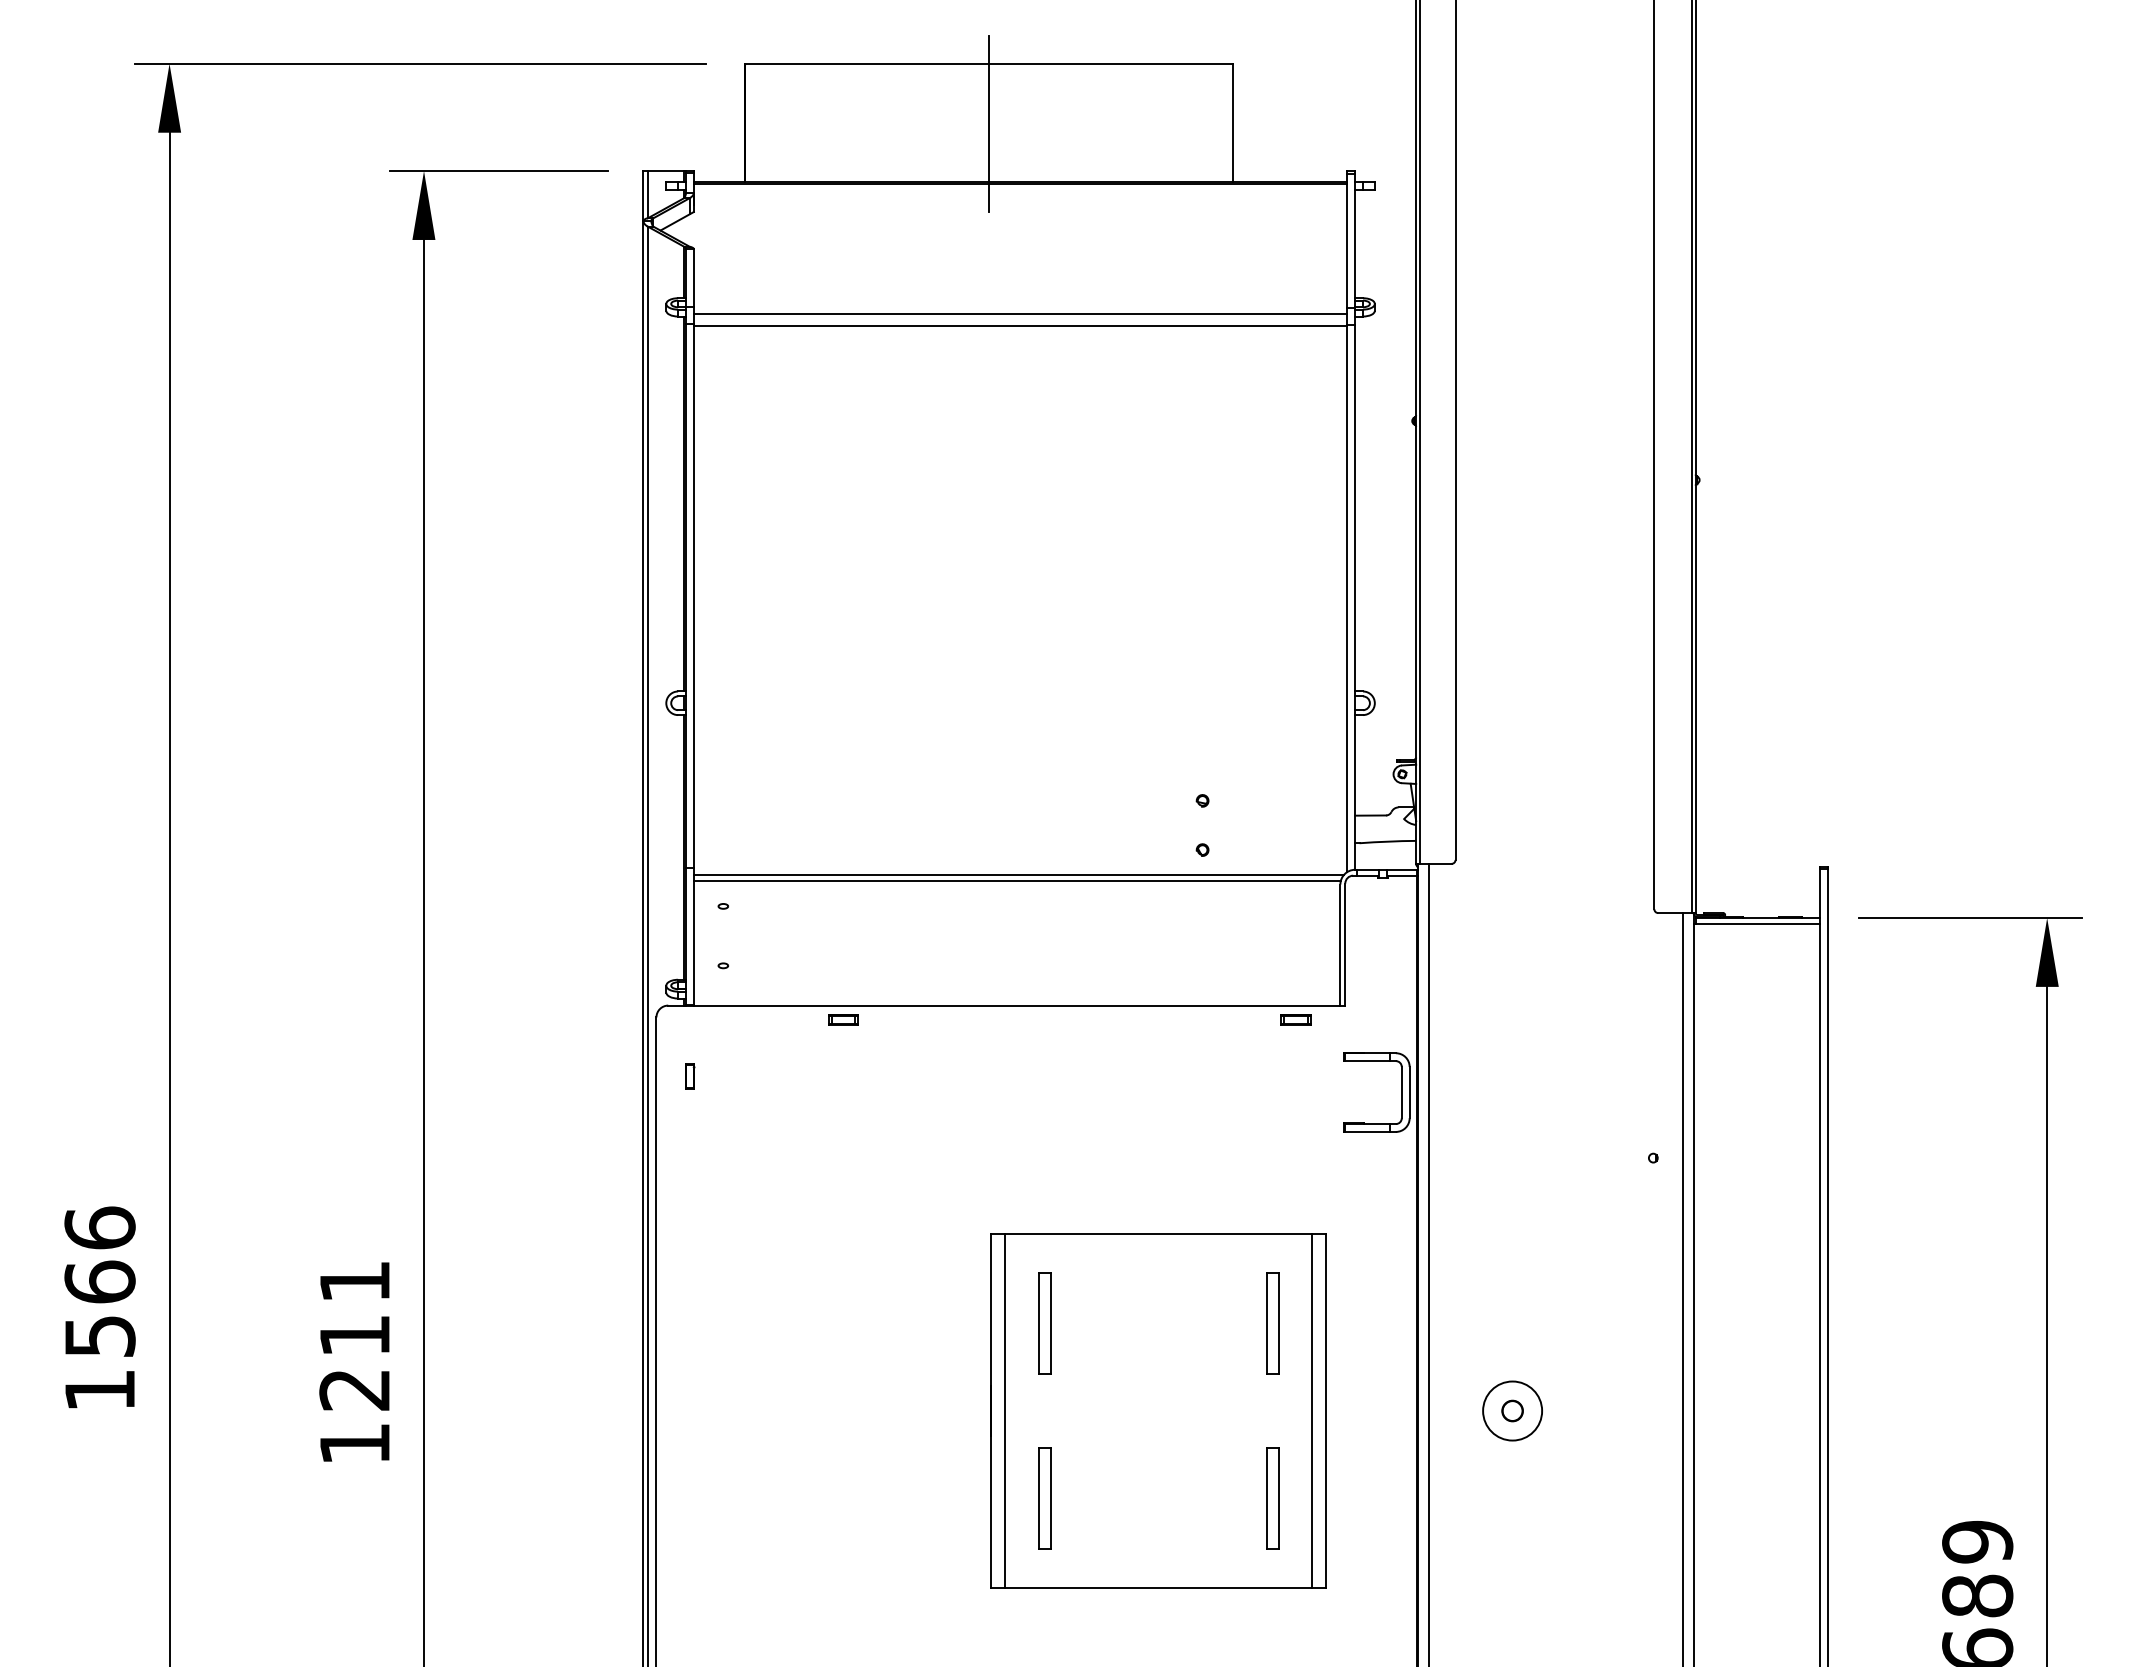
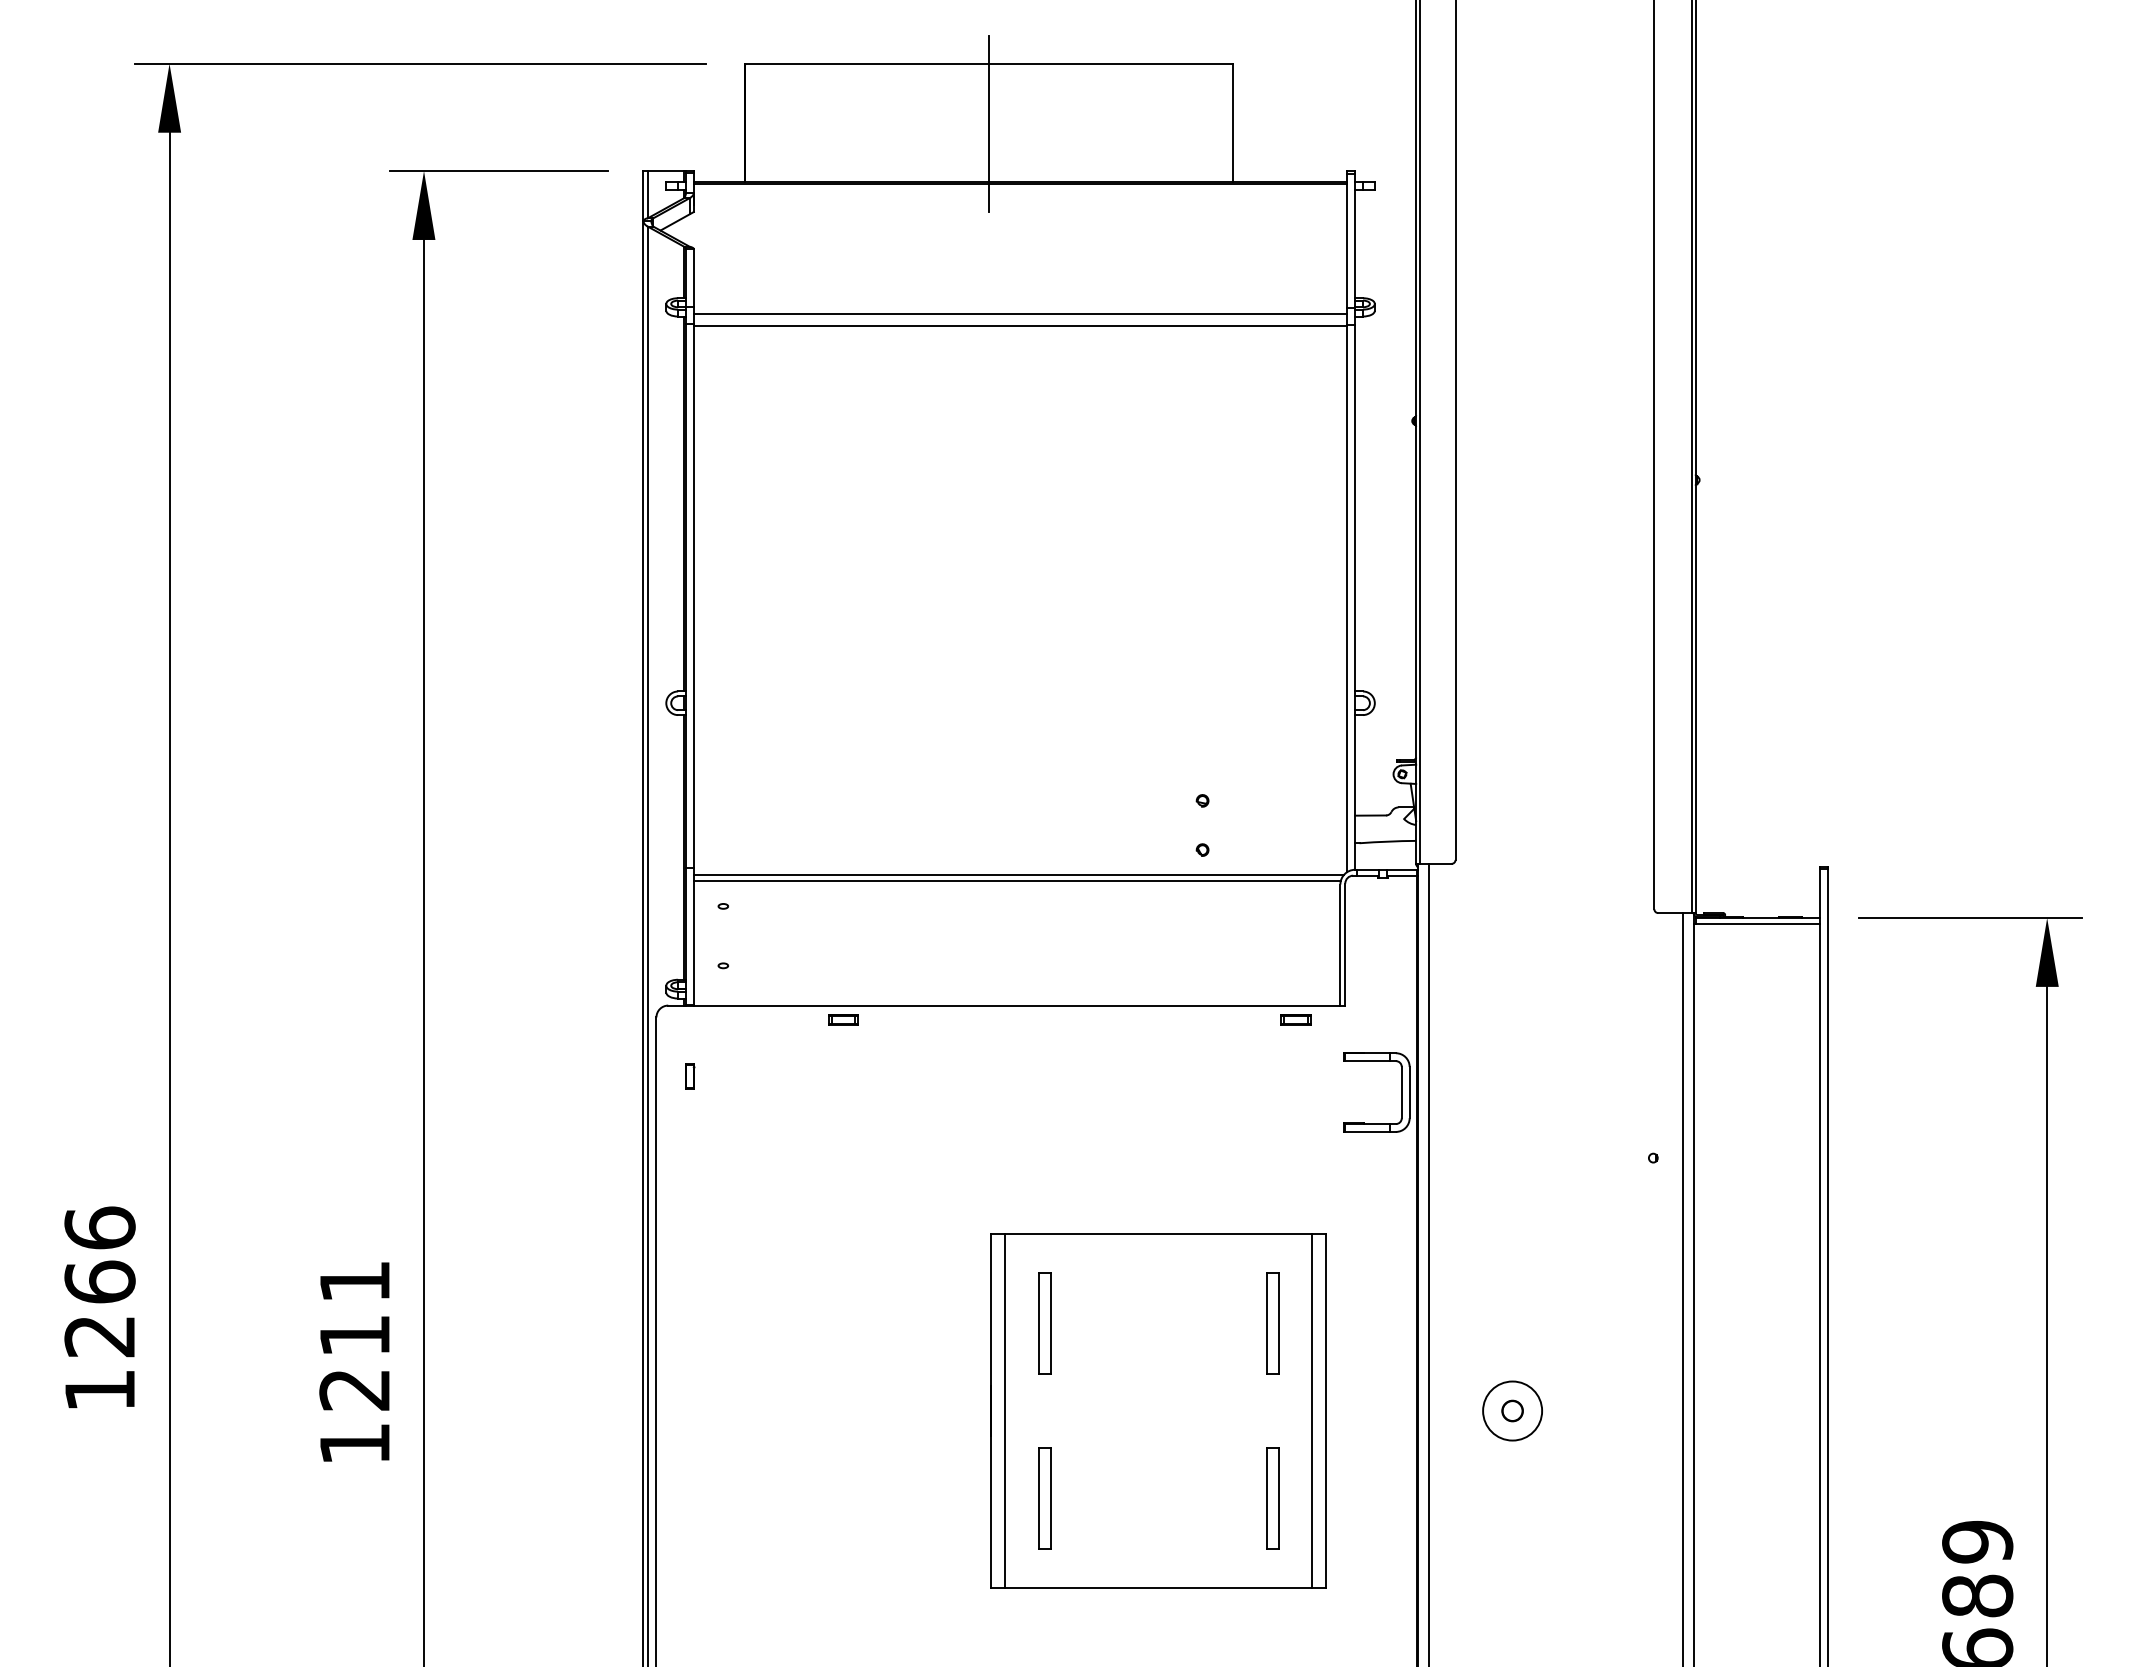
text at (99, 1336): 1566 -> 1266
